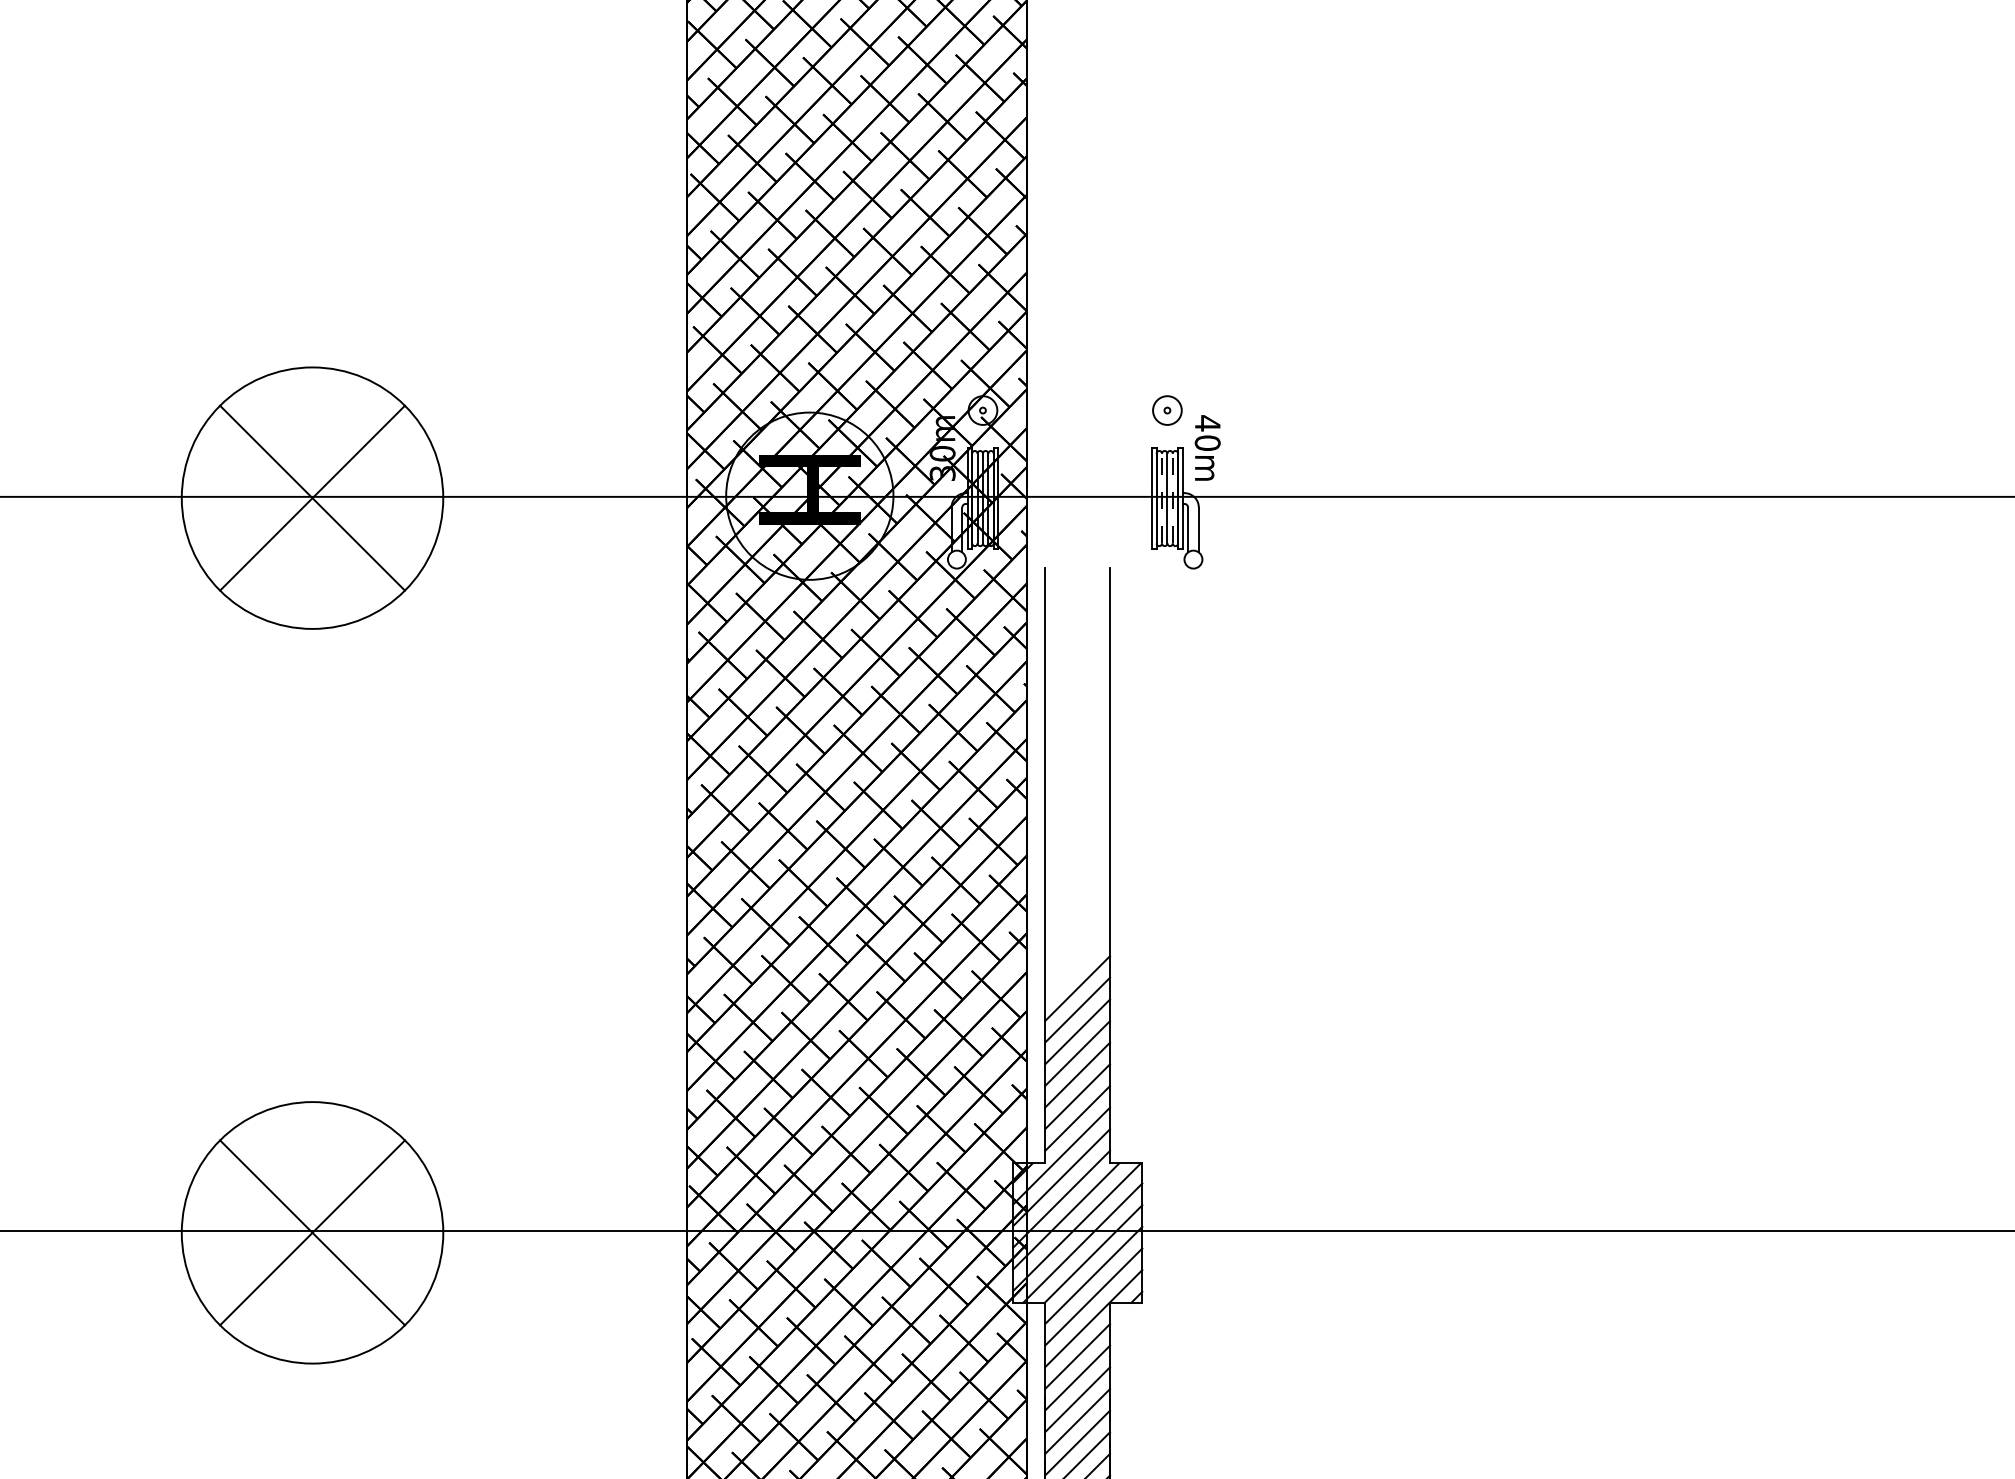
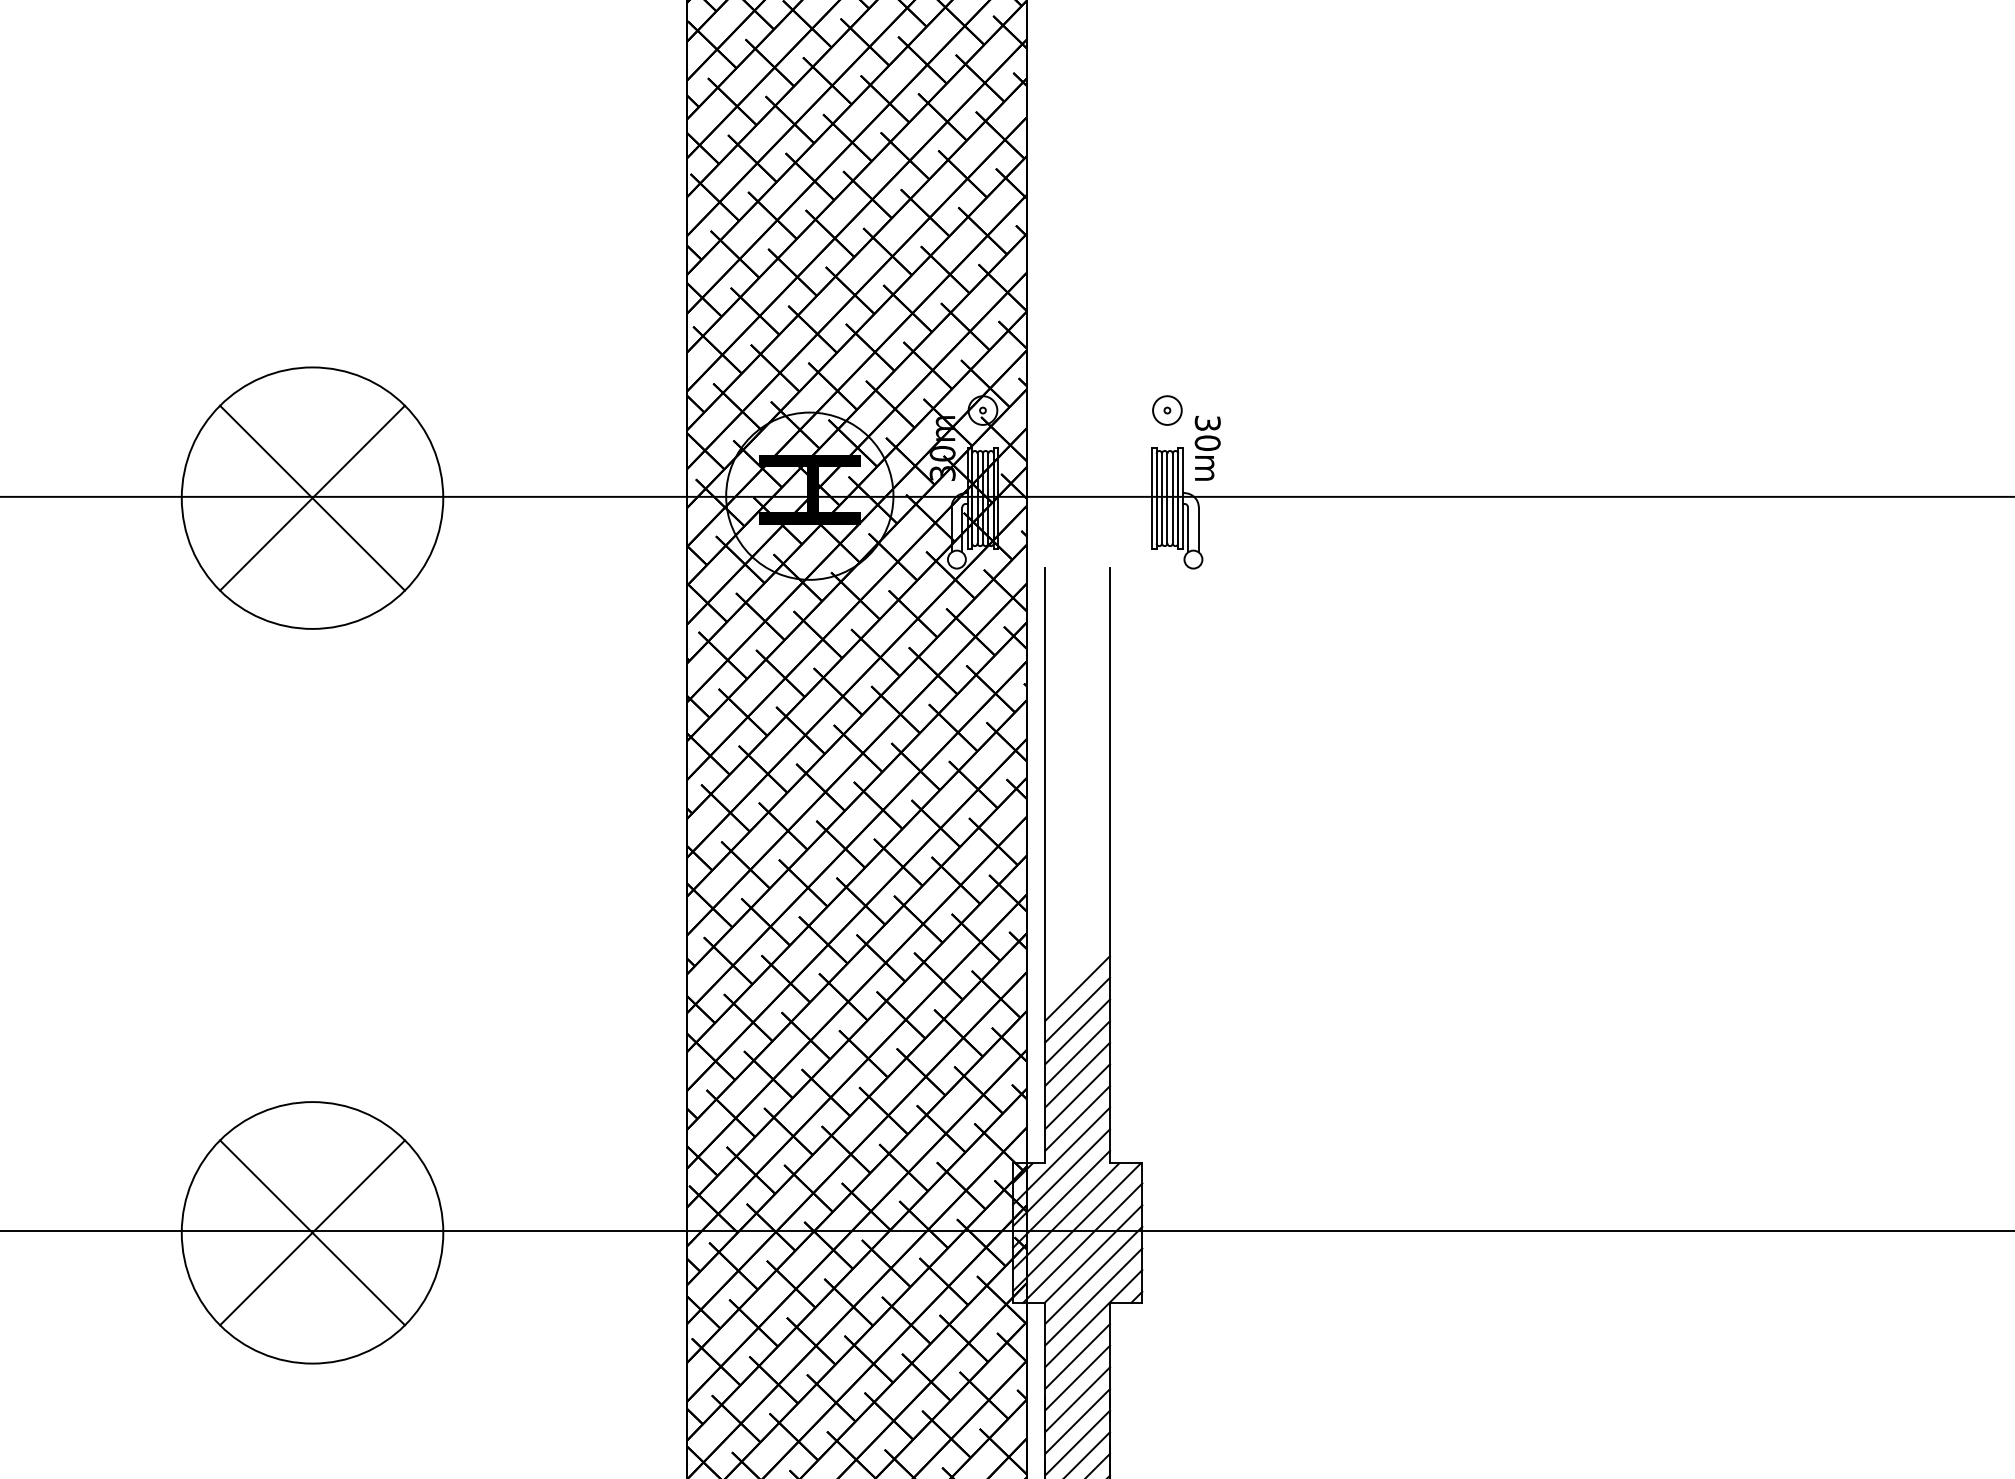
text at (1207, 423): 40m -> 30m
line at (1162, 498): dashed -> solid
line at (1172, 498): dashed -> solid
